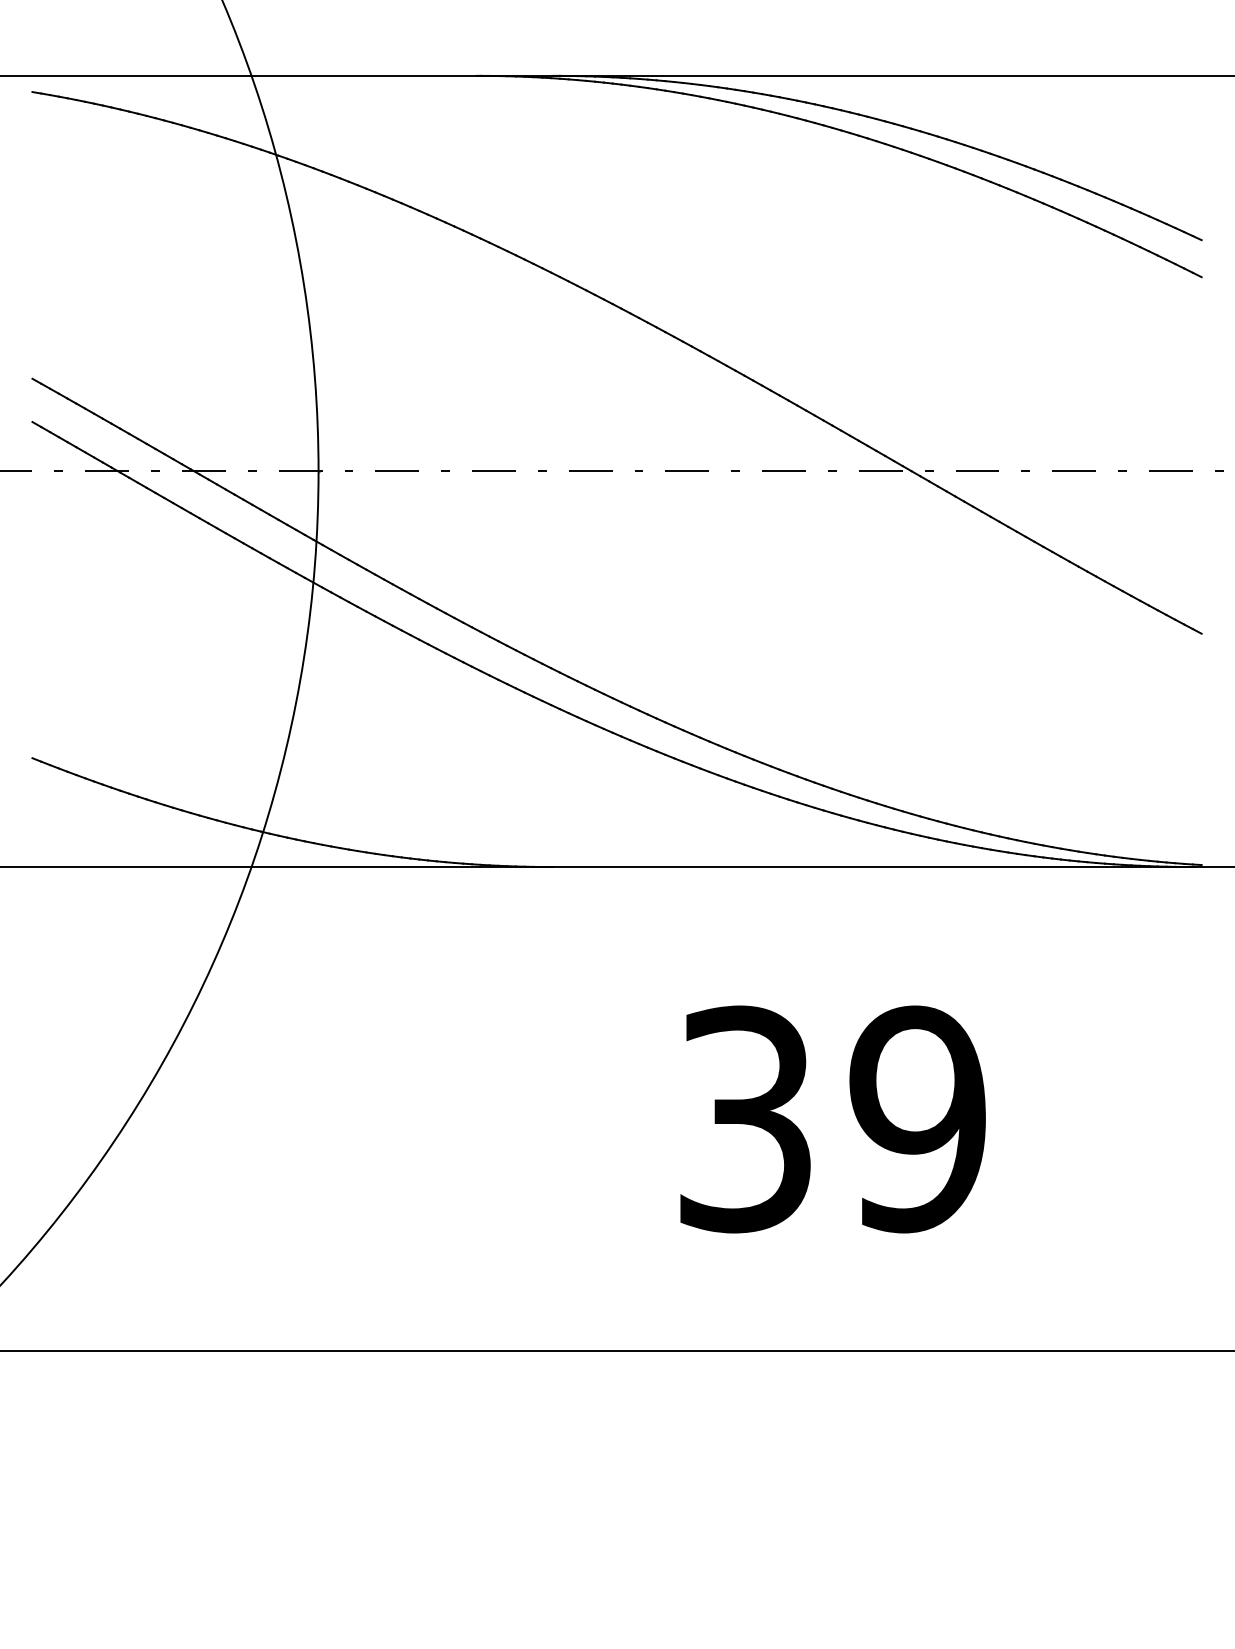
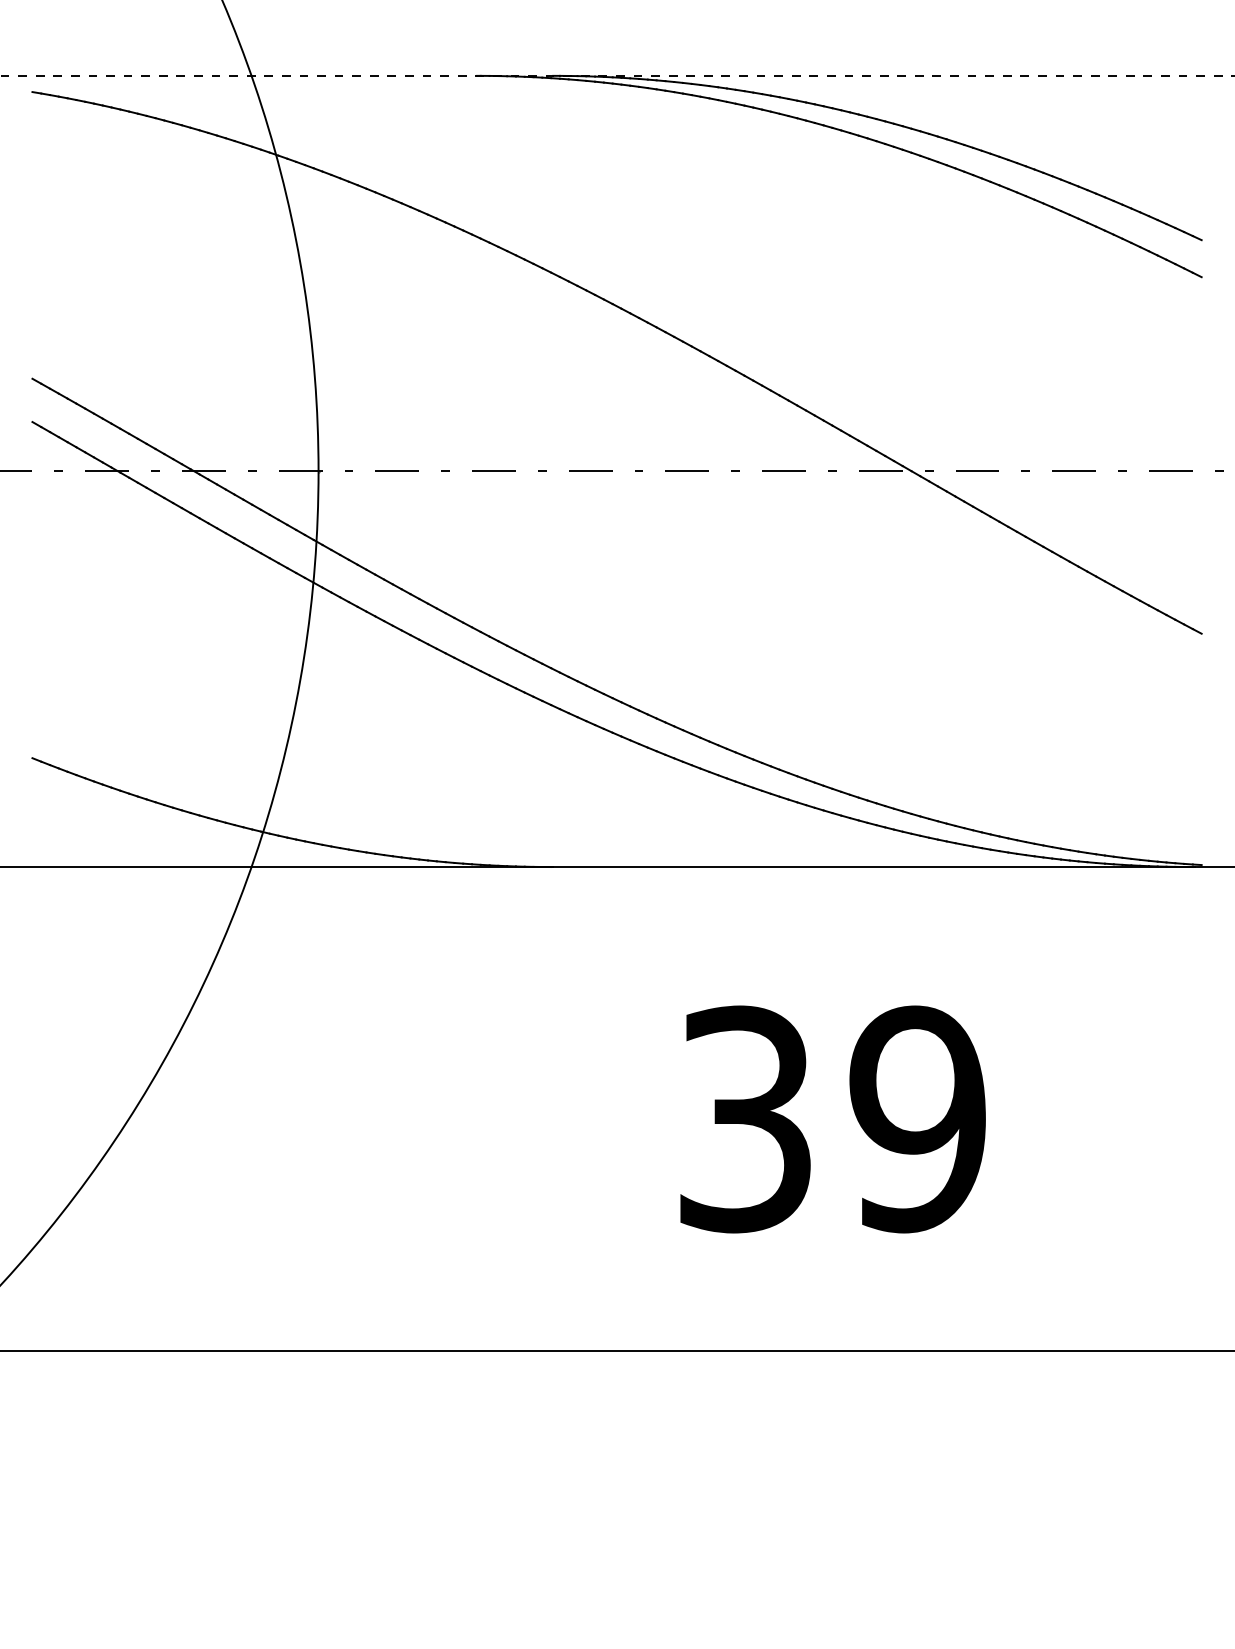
line at (617, 75): solid -> dashed
